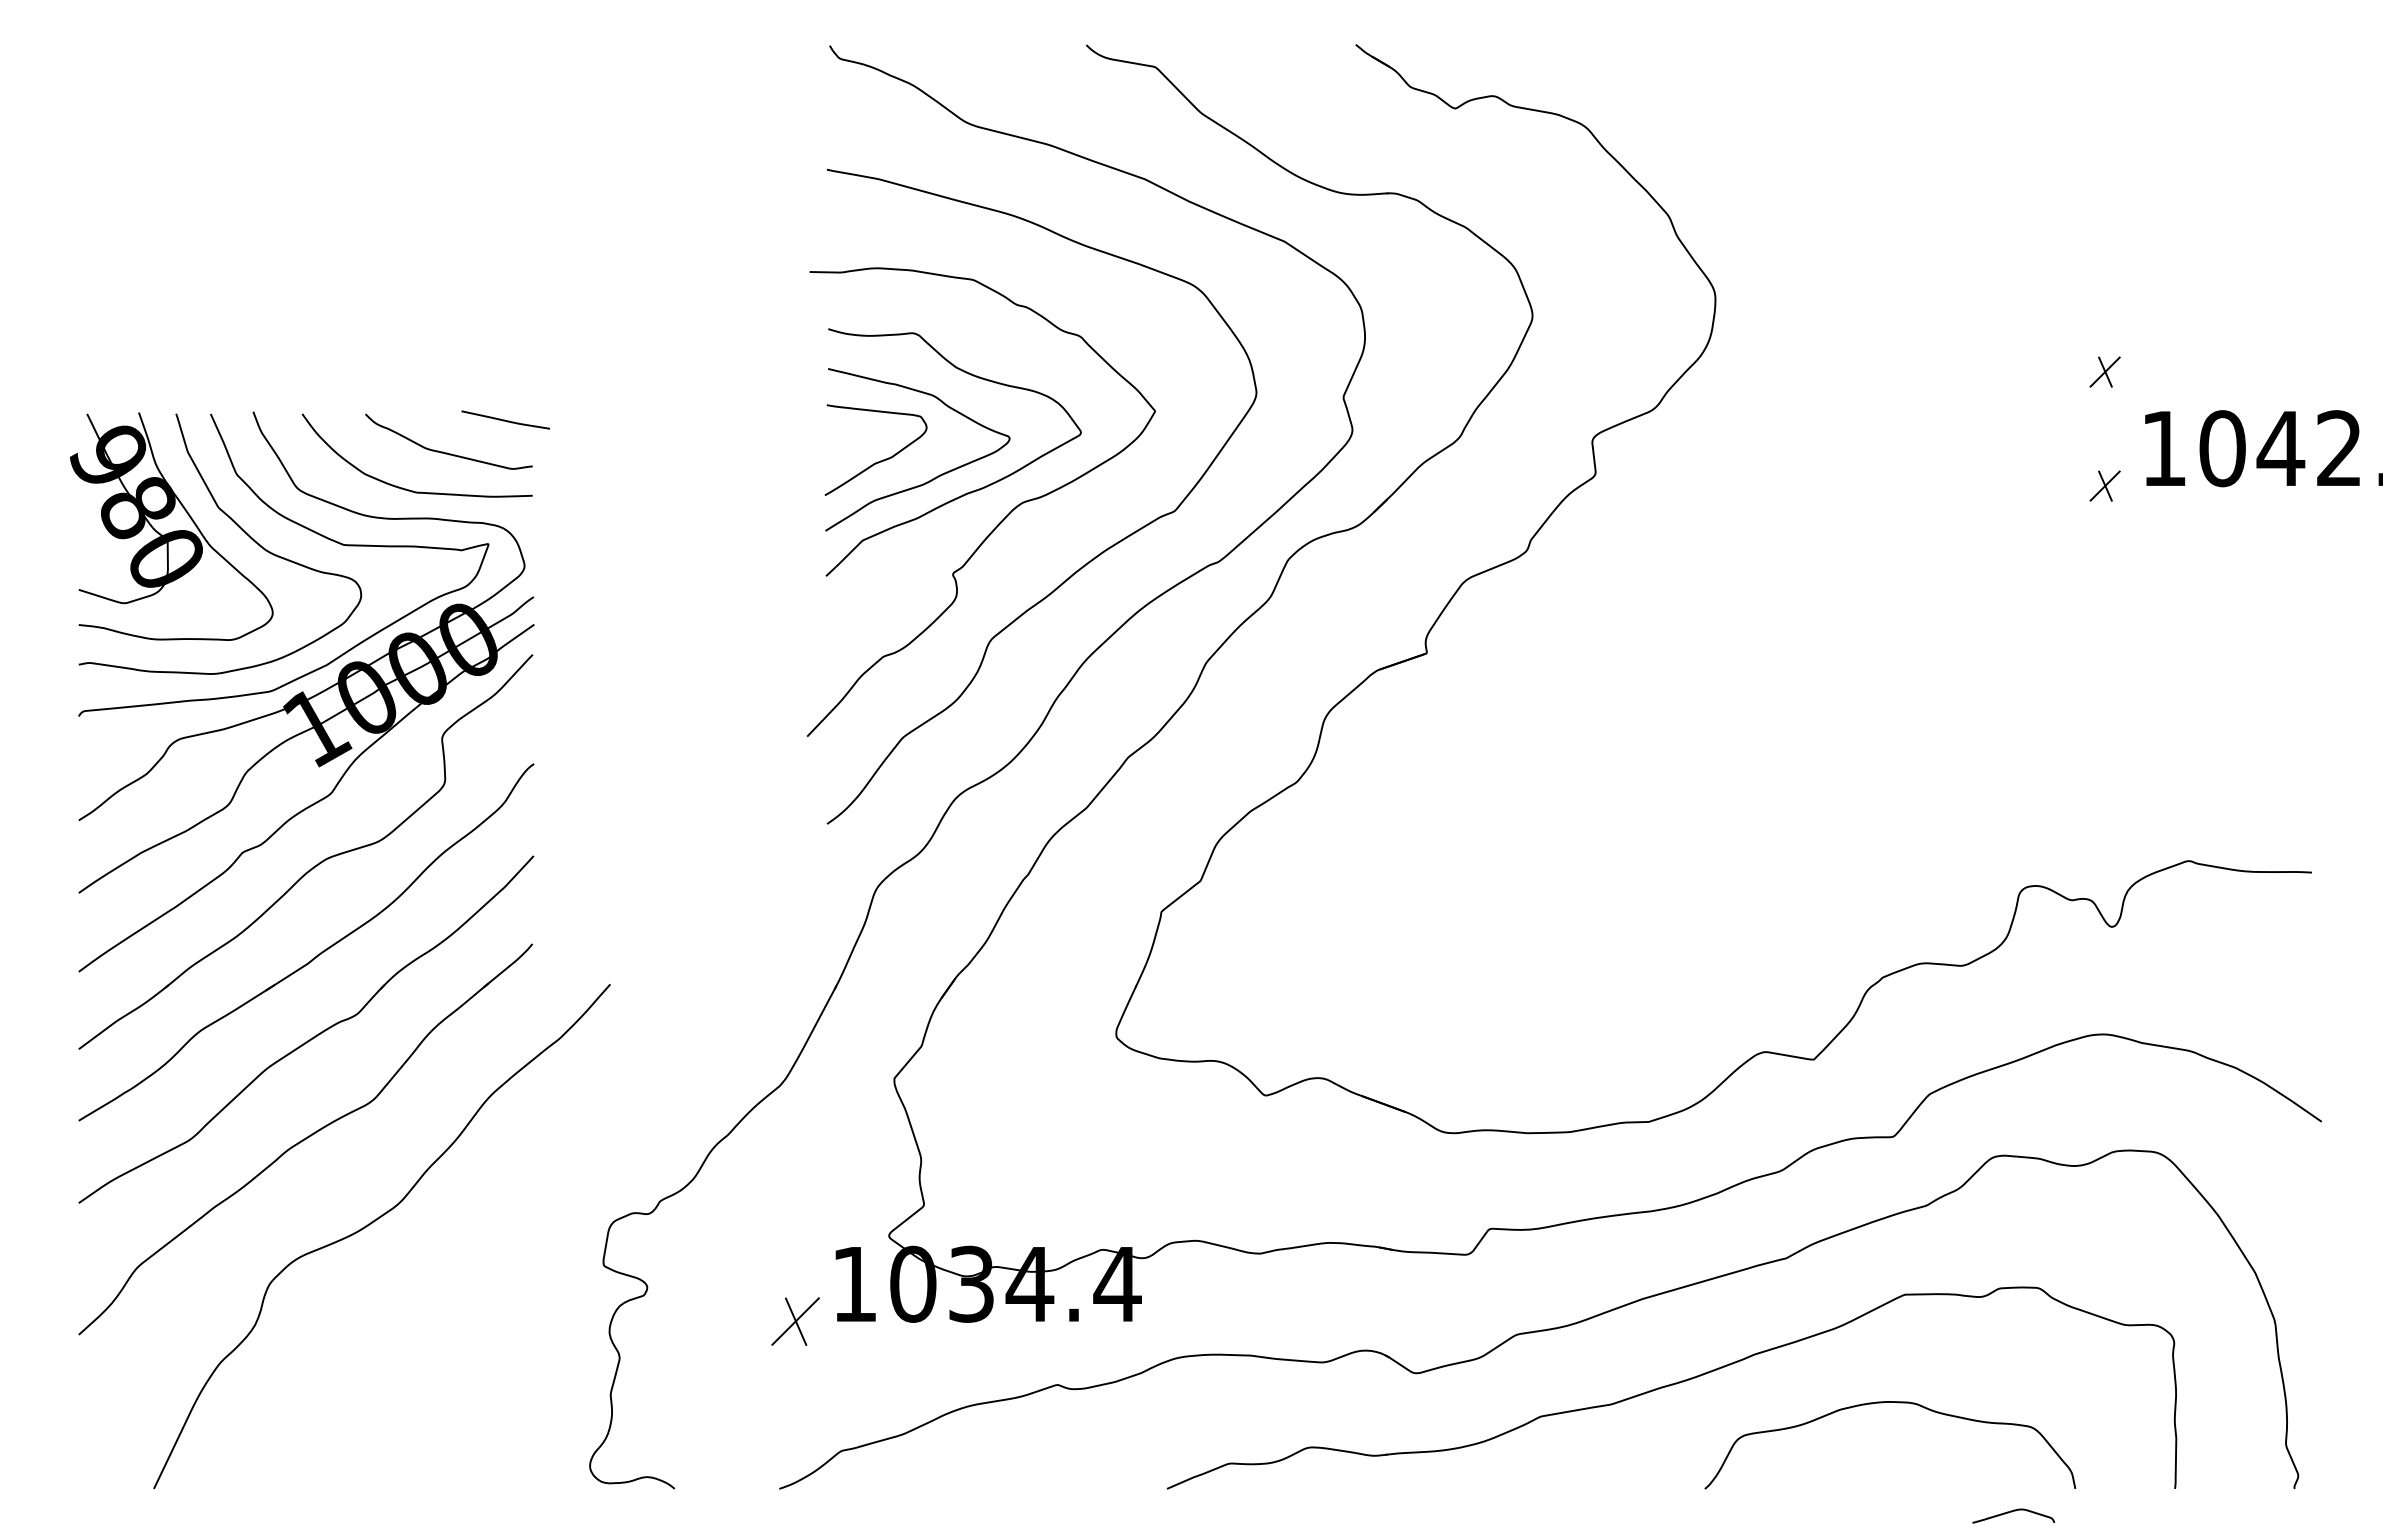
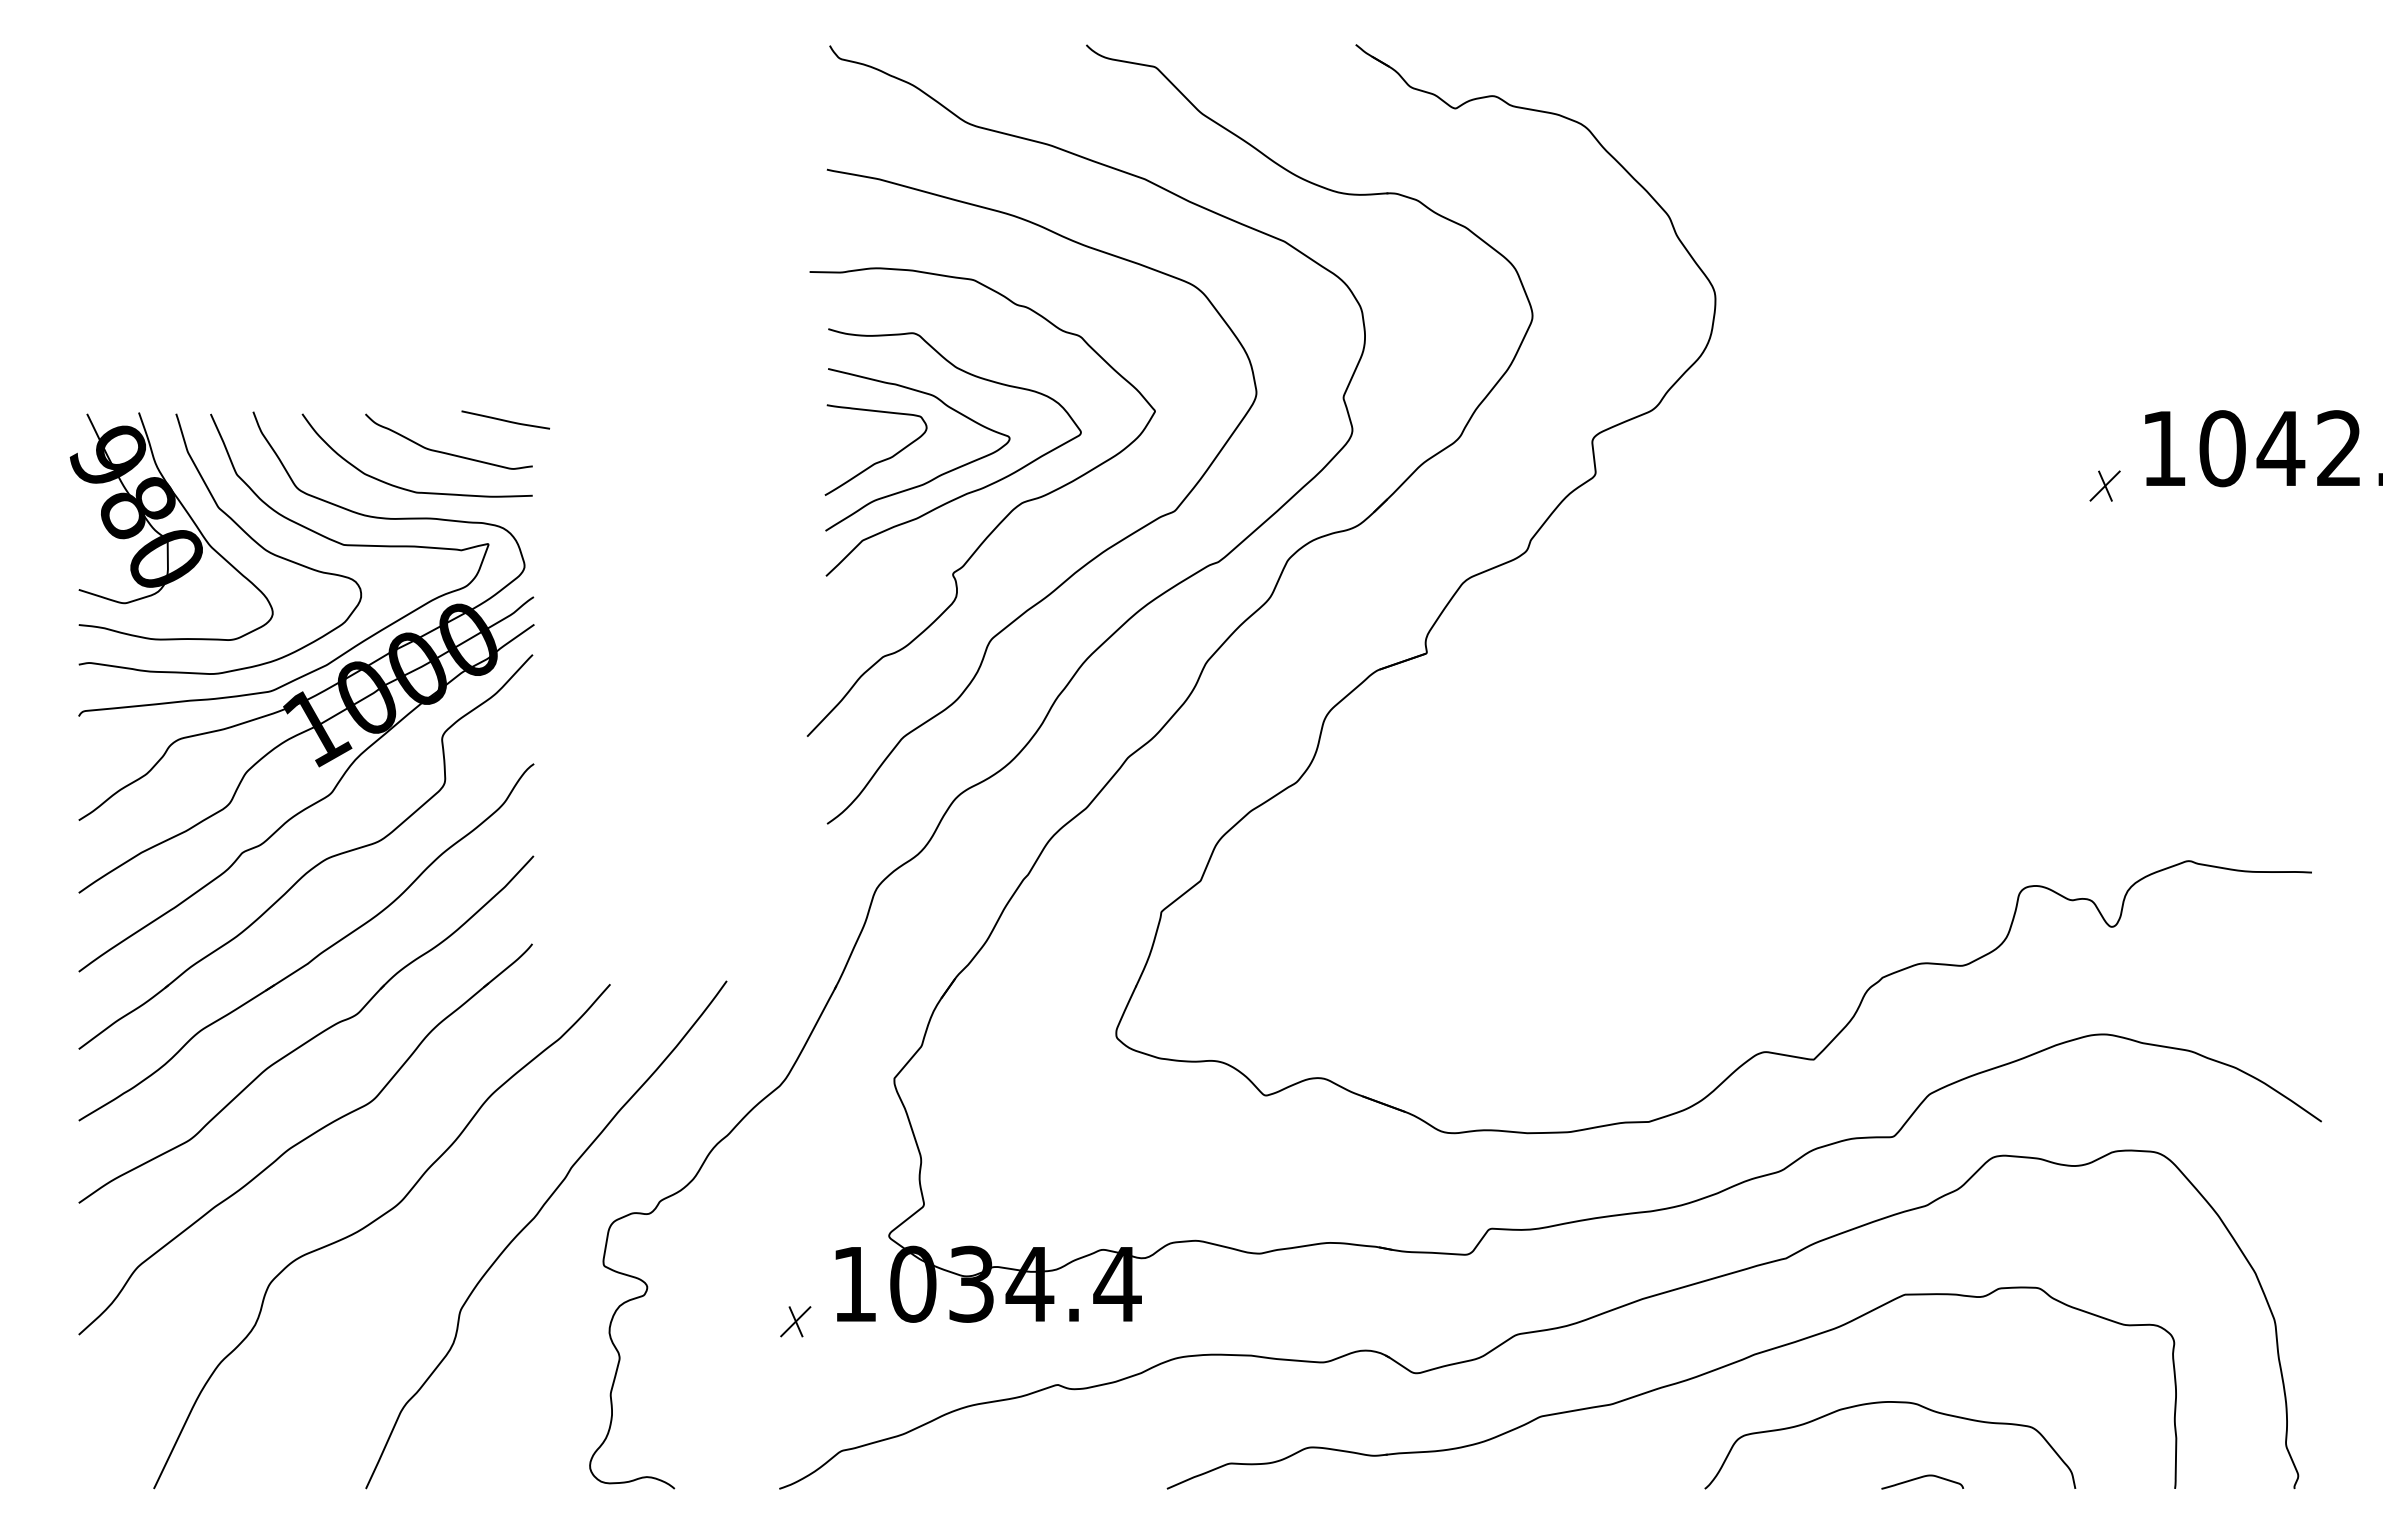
part at (2104, 371): present -> none
curve at (533, 1220): none -> present
part at (795, 1321) size: 49x49 px -> 32x32 px
curve at (2012, 1512) position: (2012, 1512) -> (1921, 1478)
